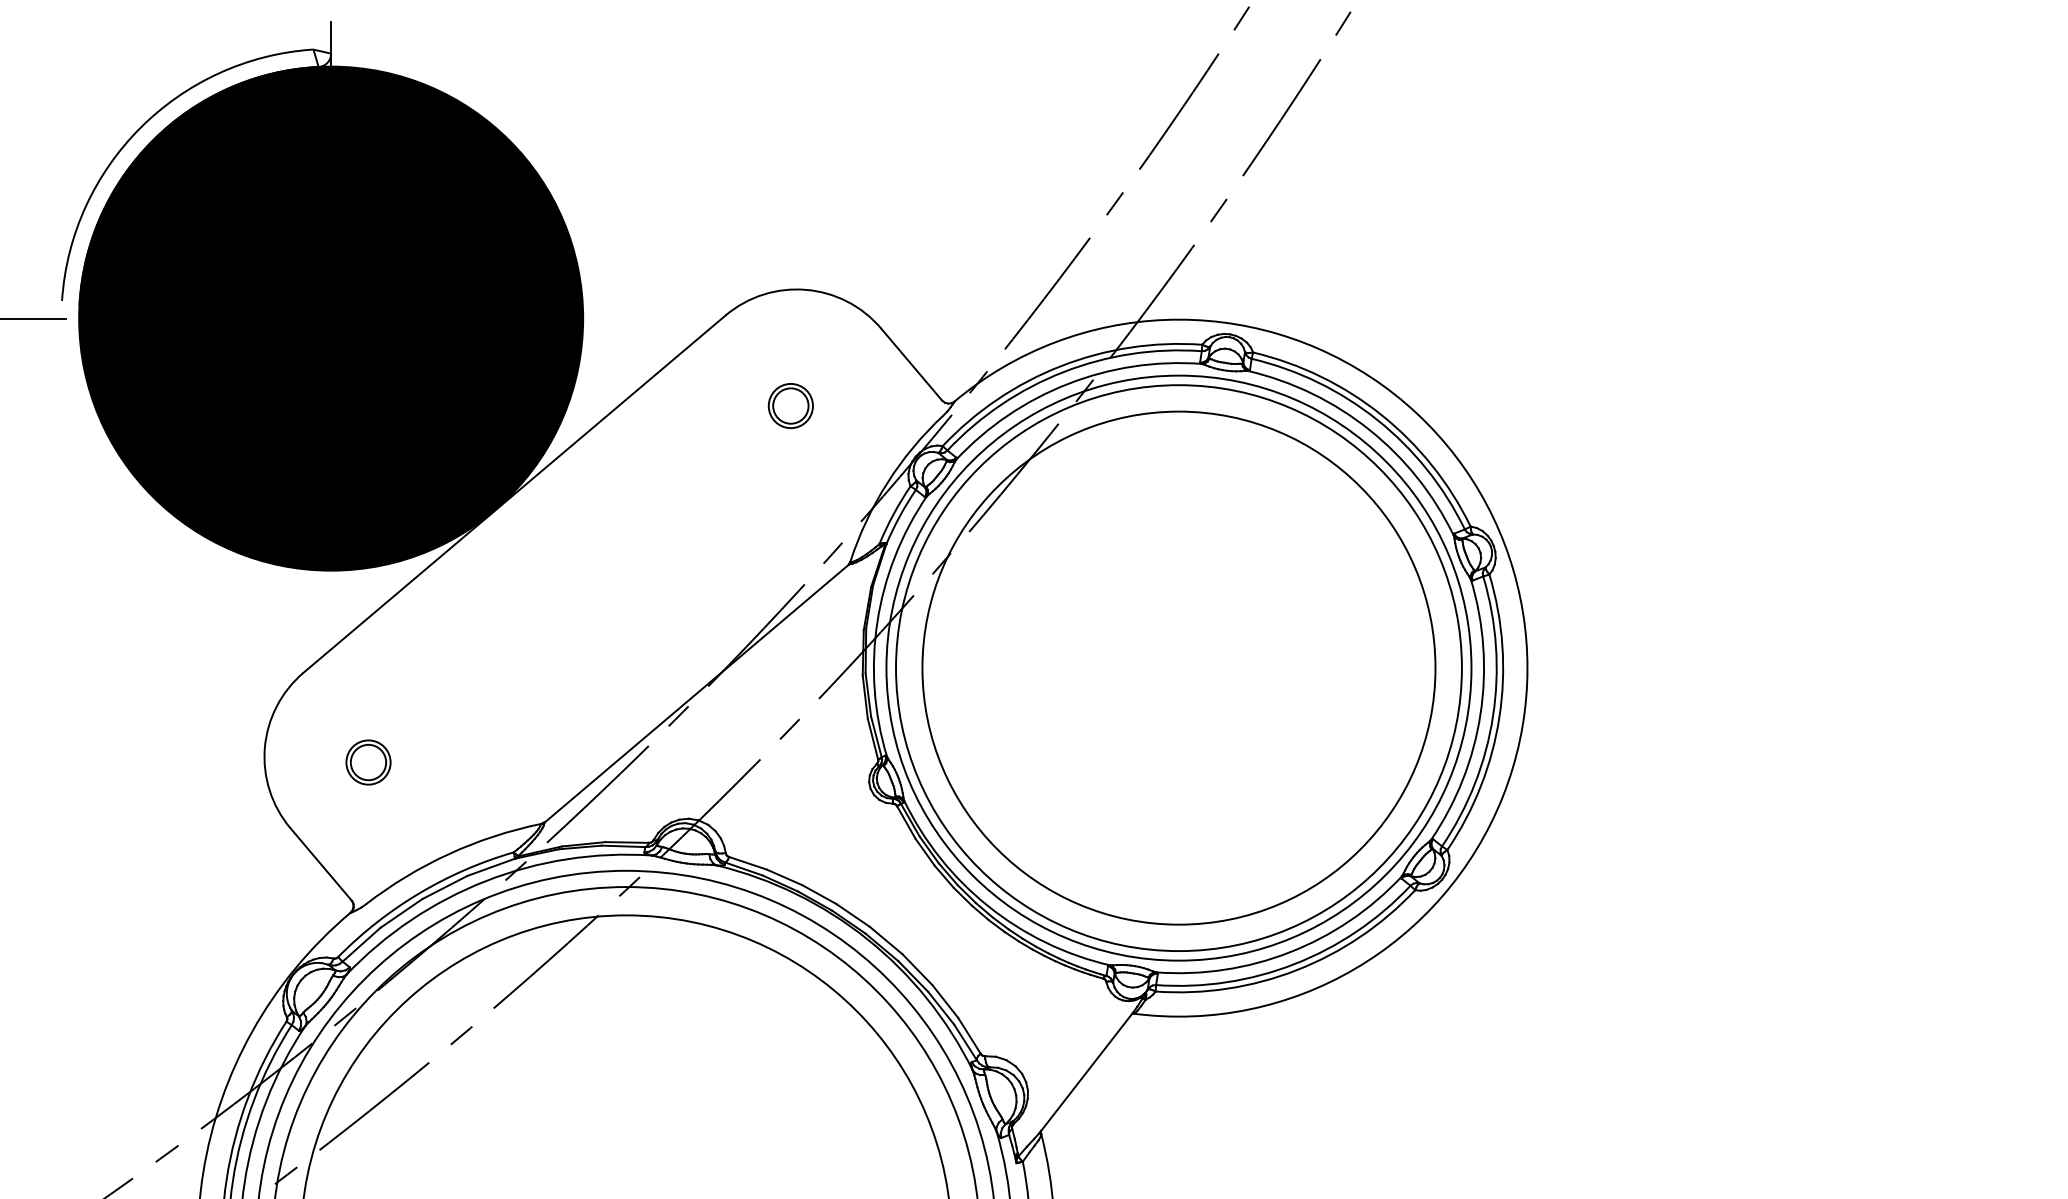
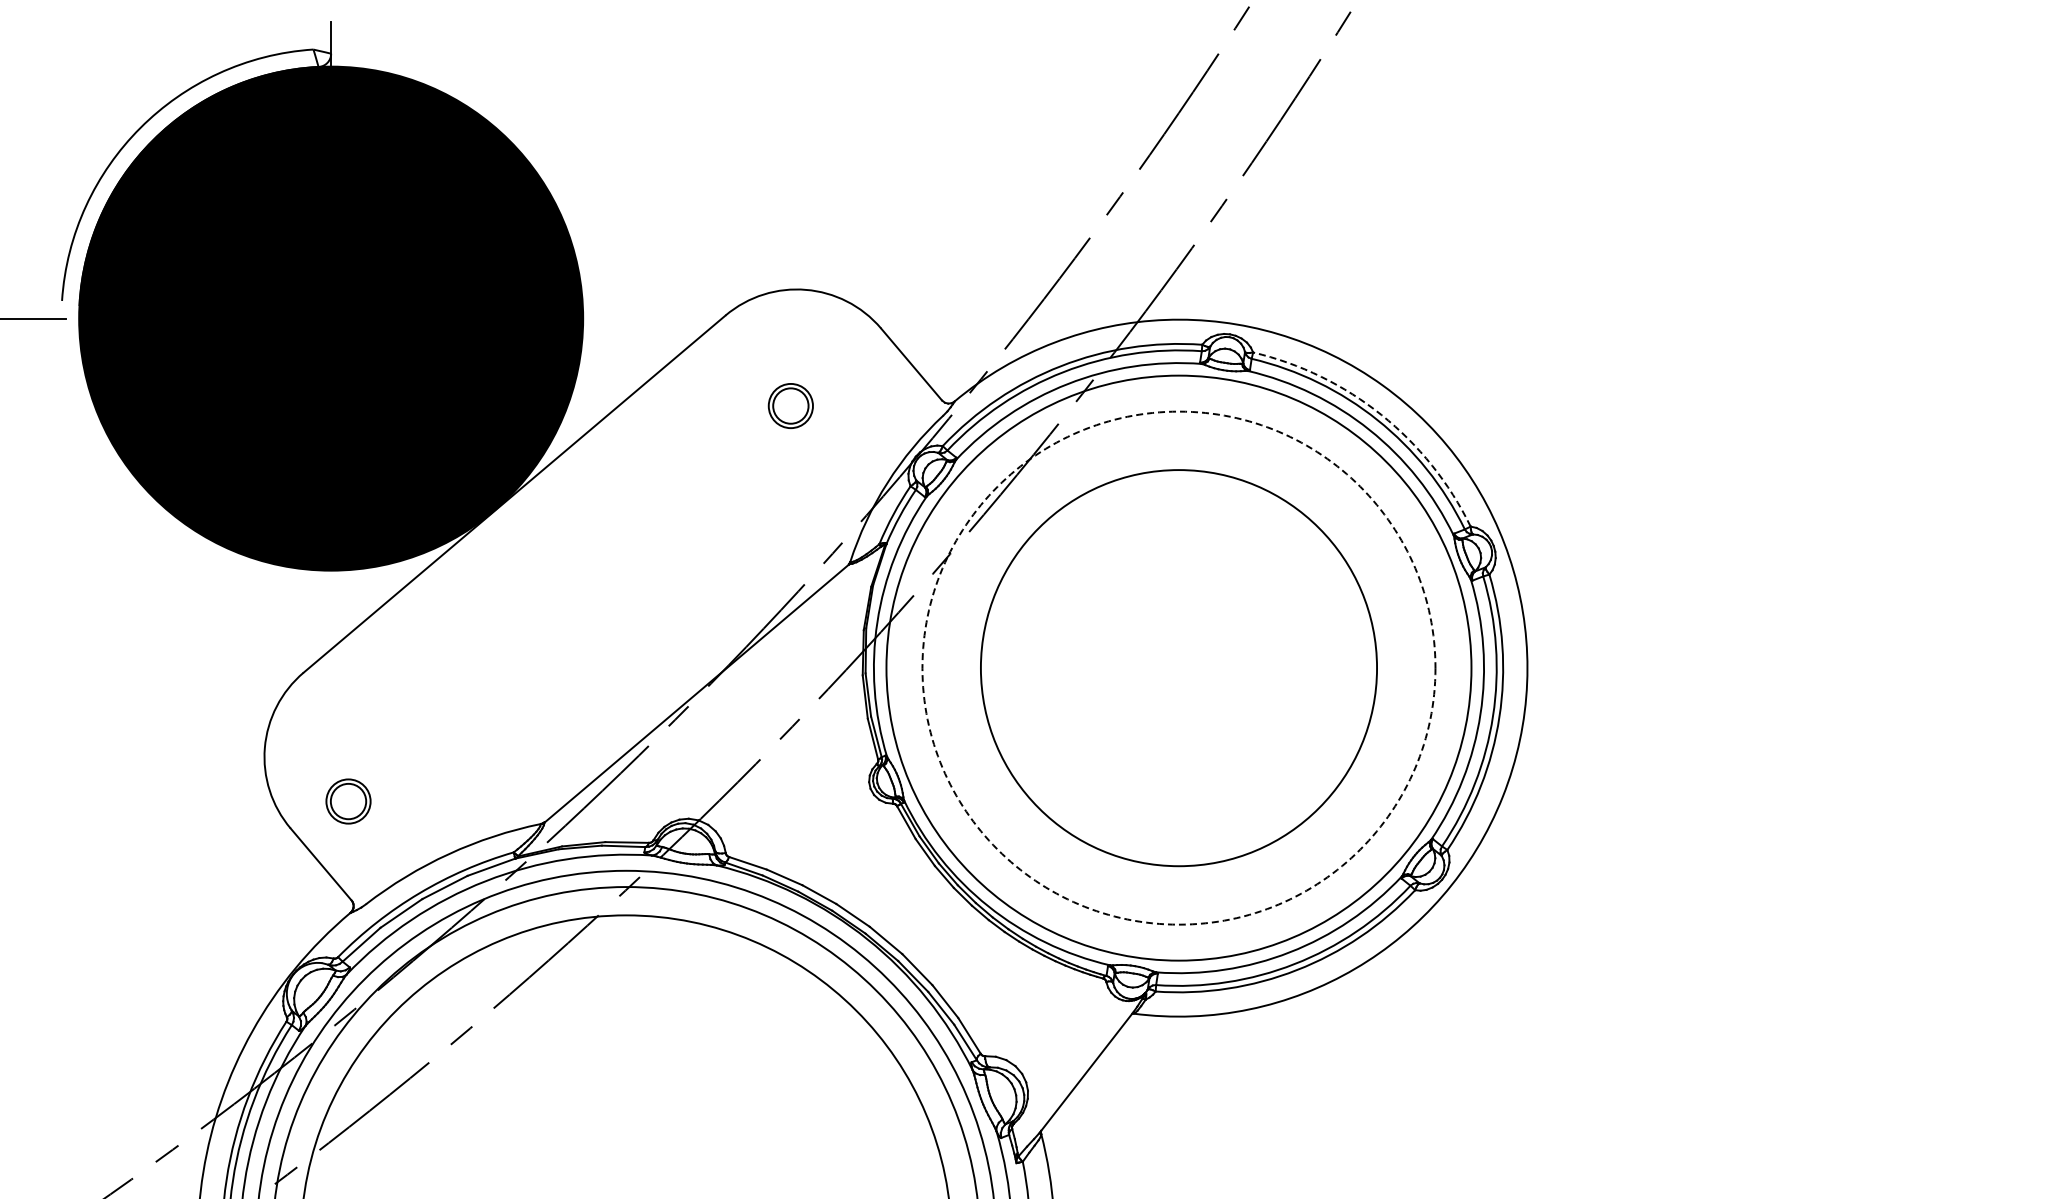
arc at (1381, 415): solid -> dashed
circle at (1178, 667): solid -> dashed
circle at (1178, 668) diameter: 566 px -> 396 px
part at (368, 762) position: (368, 762) -> (348, 801)
